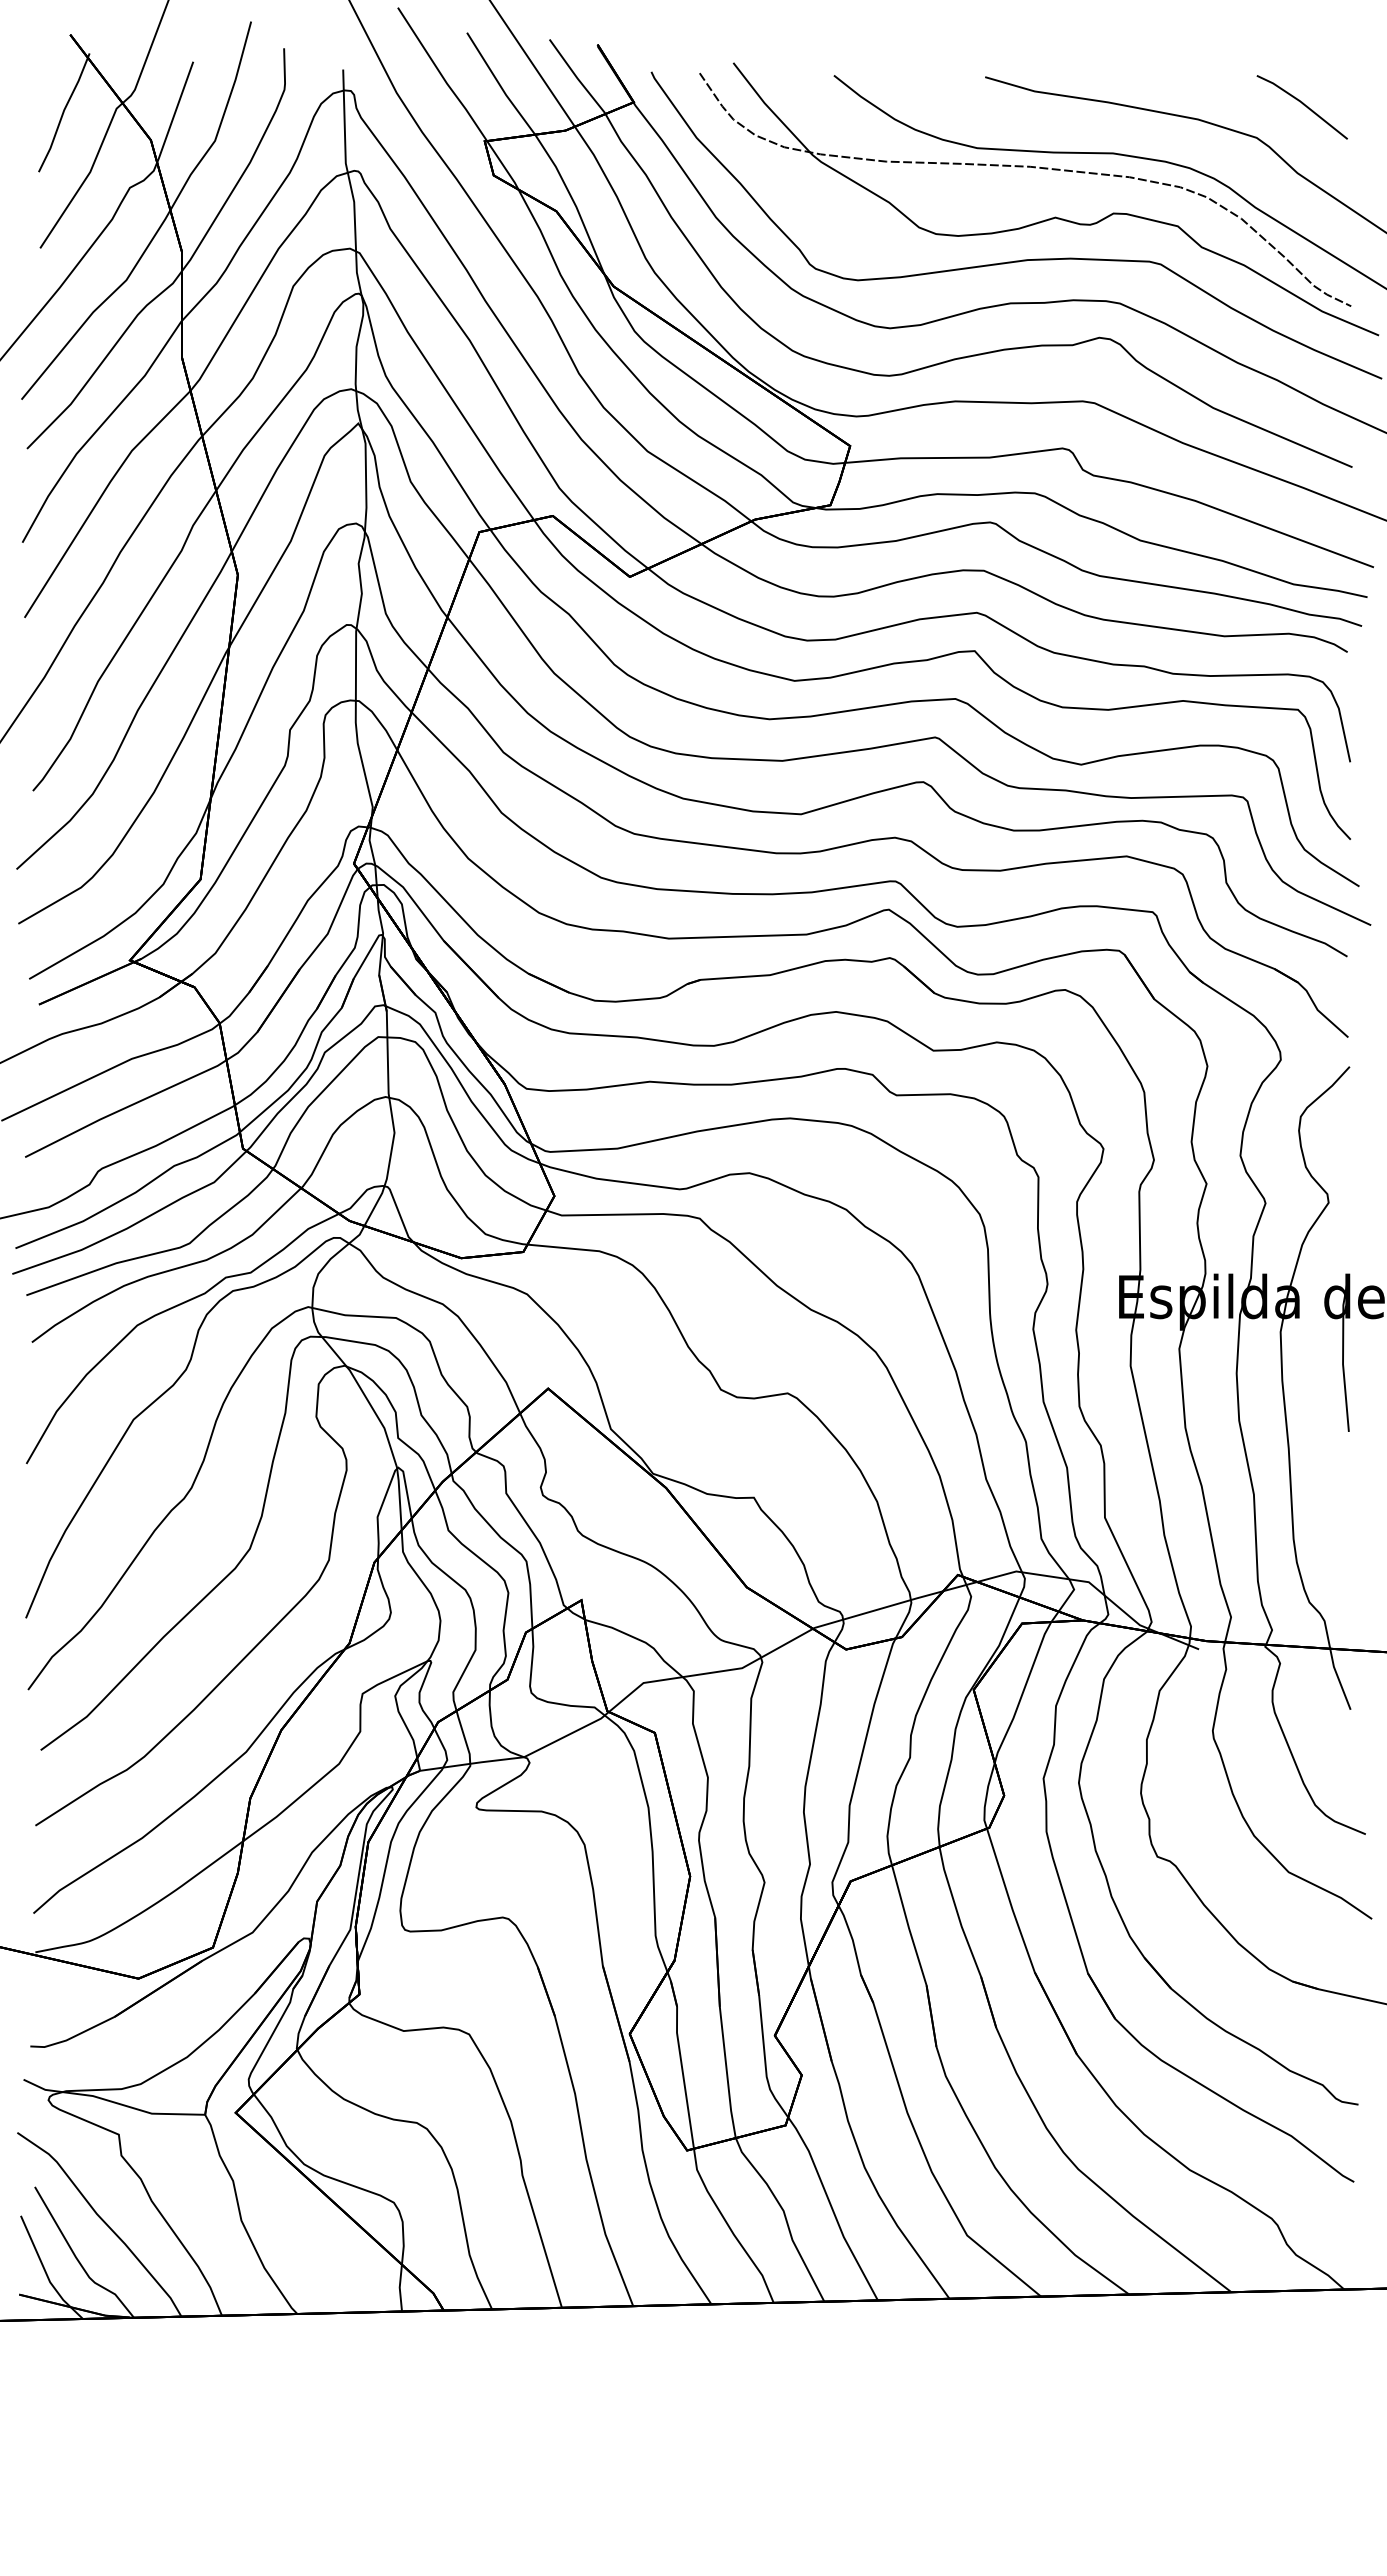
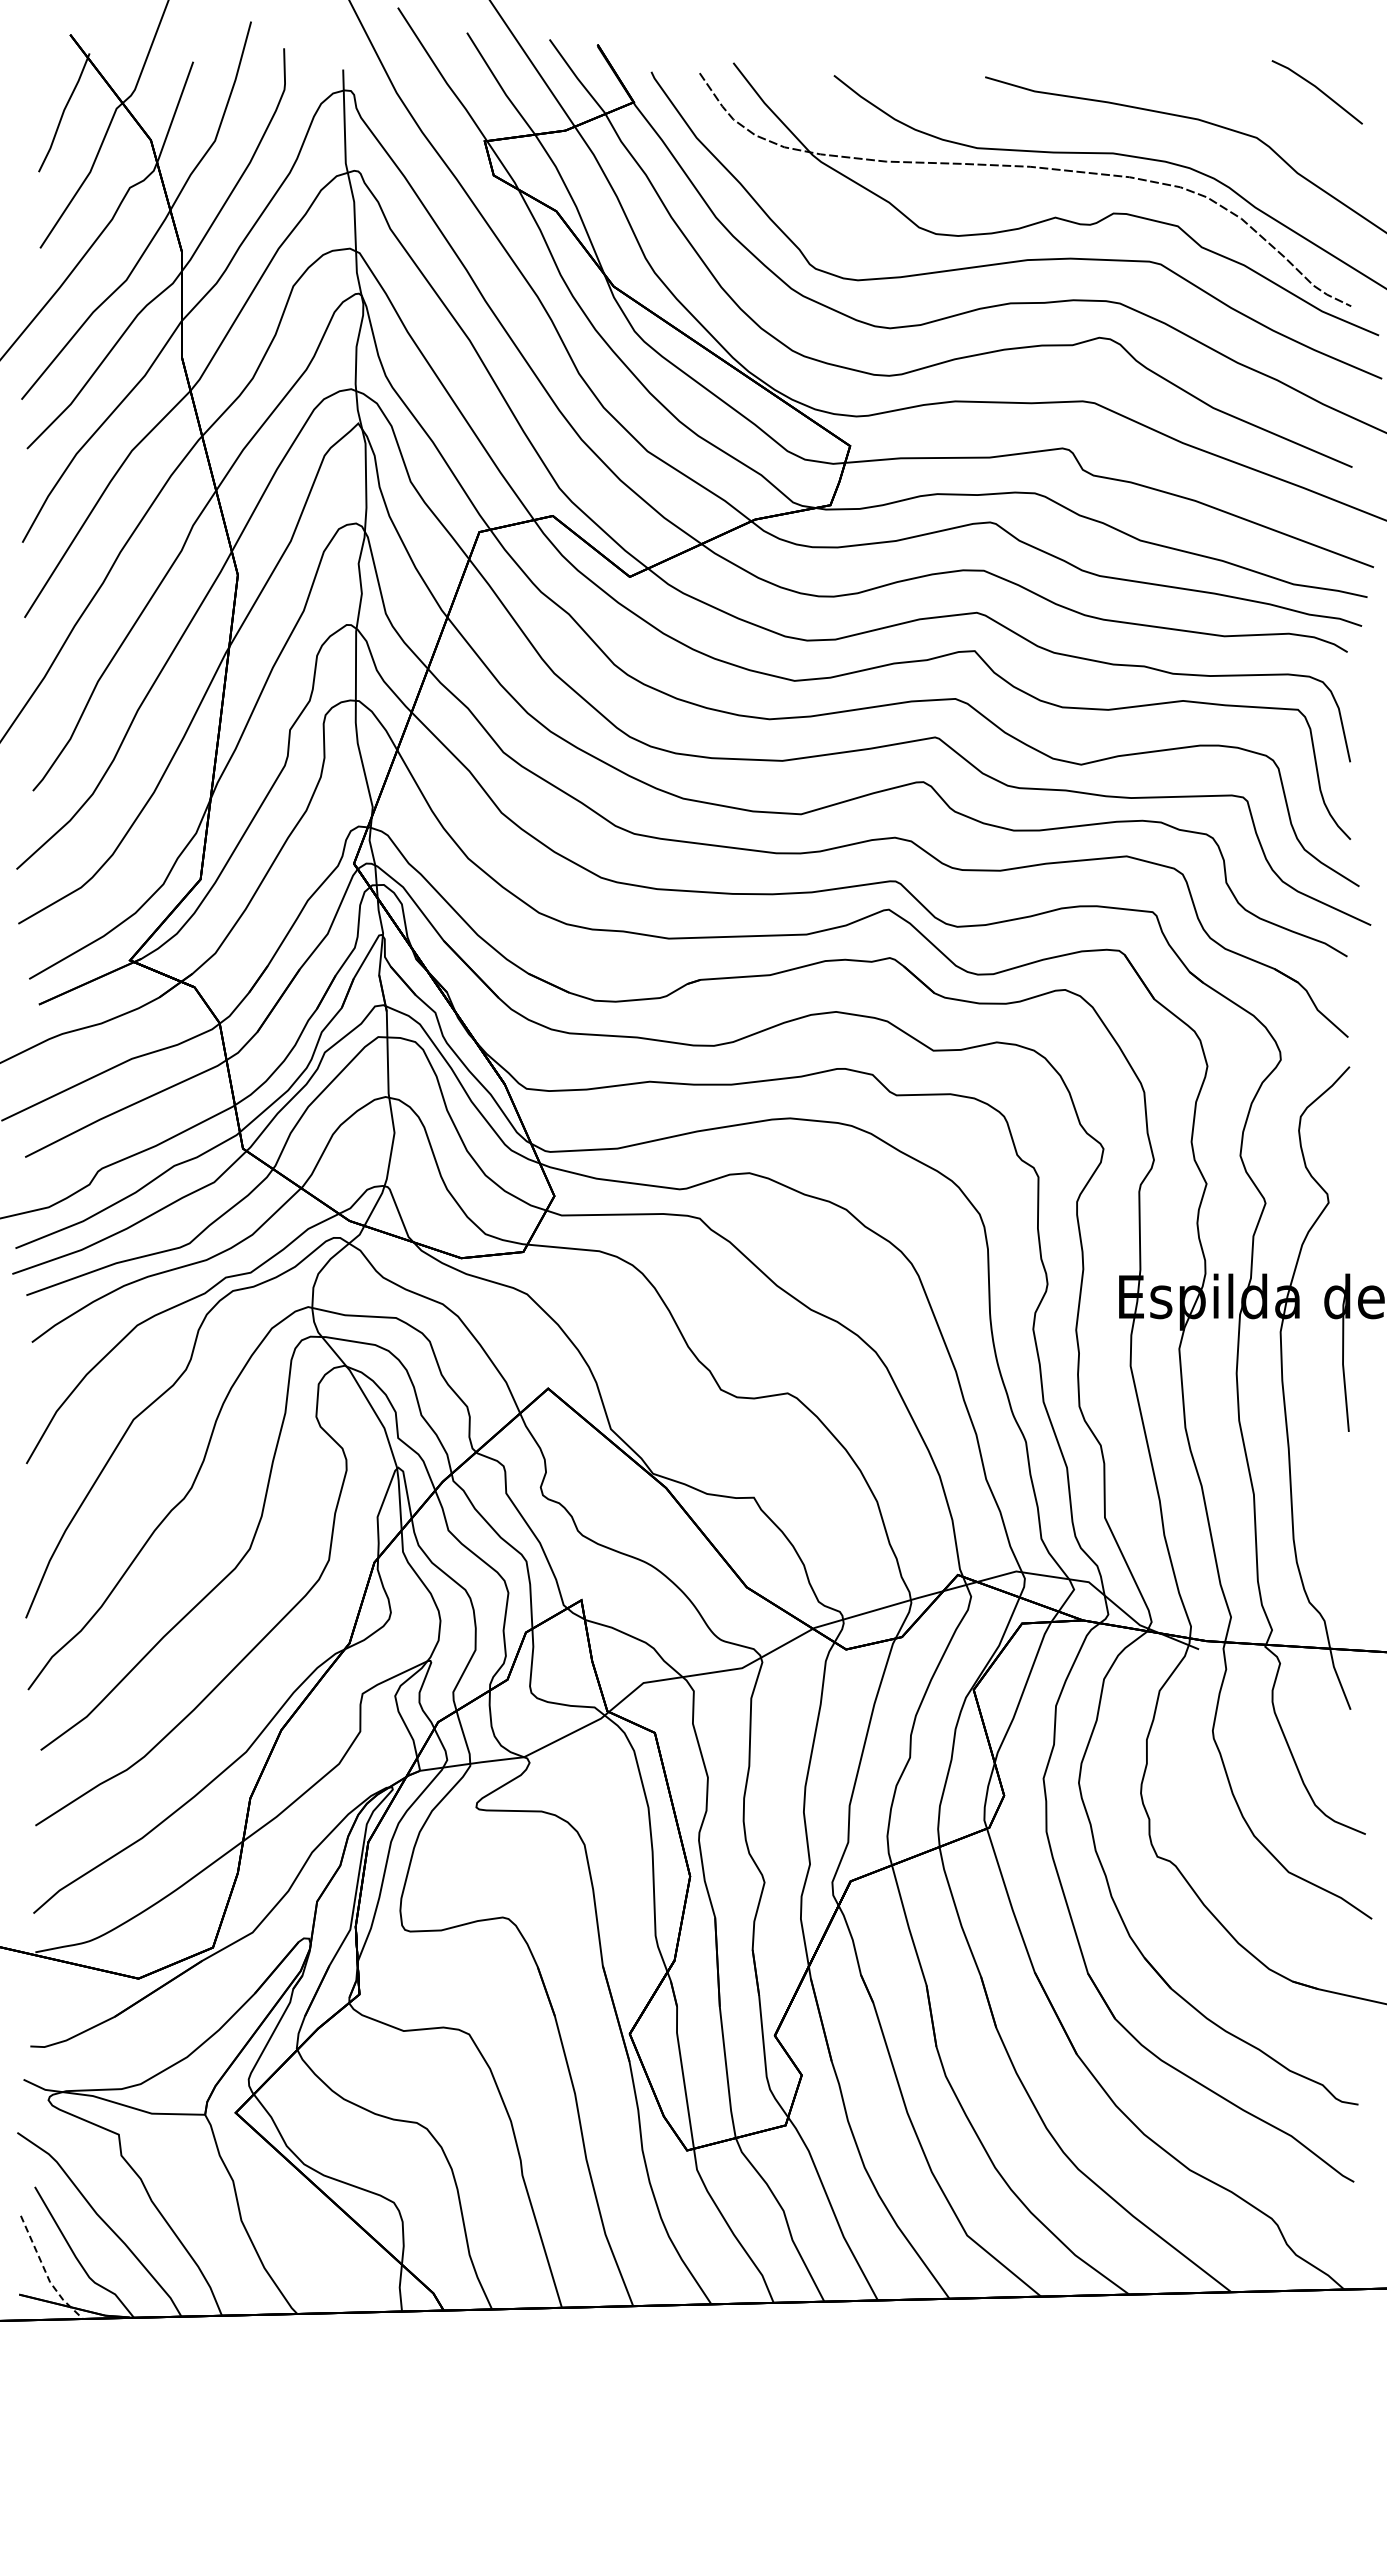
line at (1303, 105) position: (1303, 105) -> (1318, 90)
line at (46, 2273): solid -> dashed
